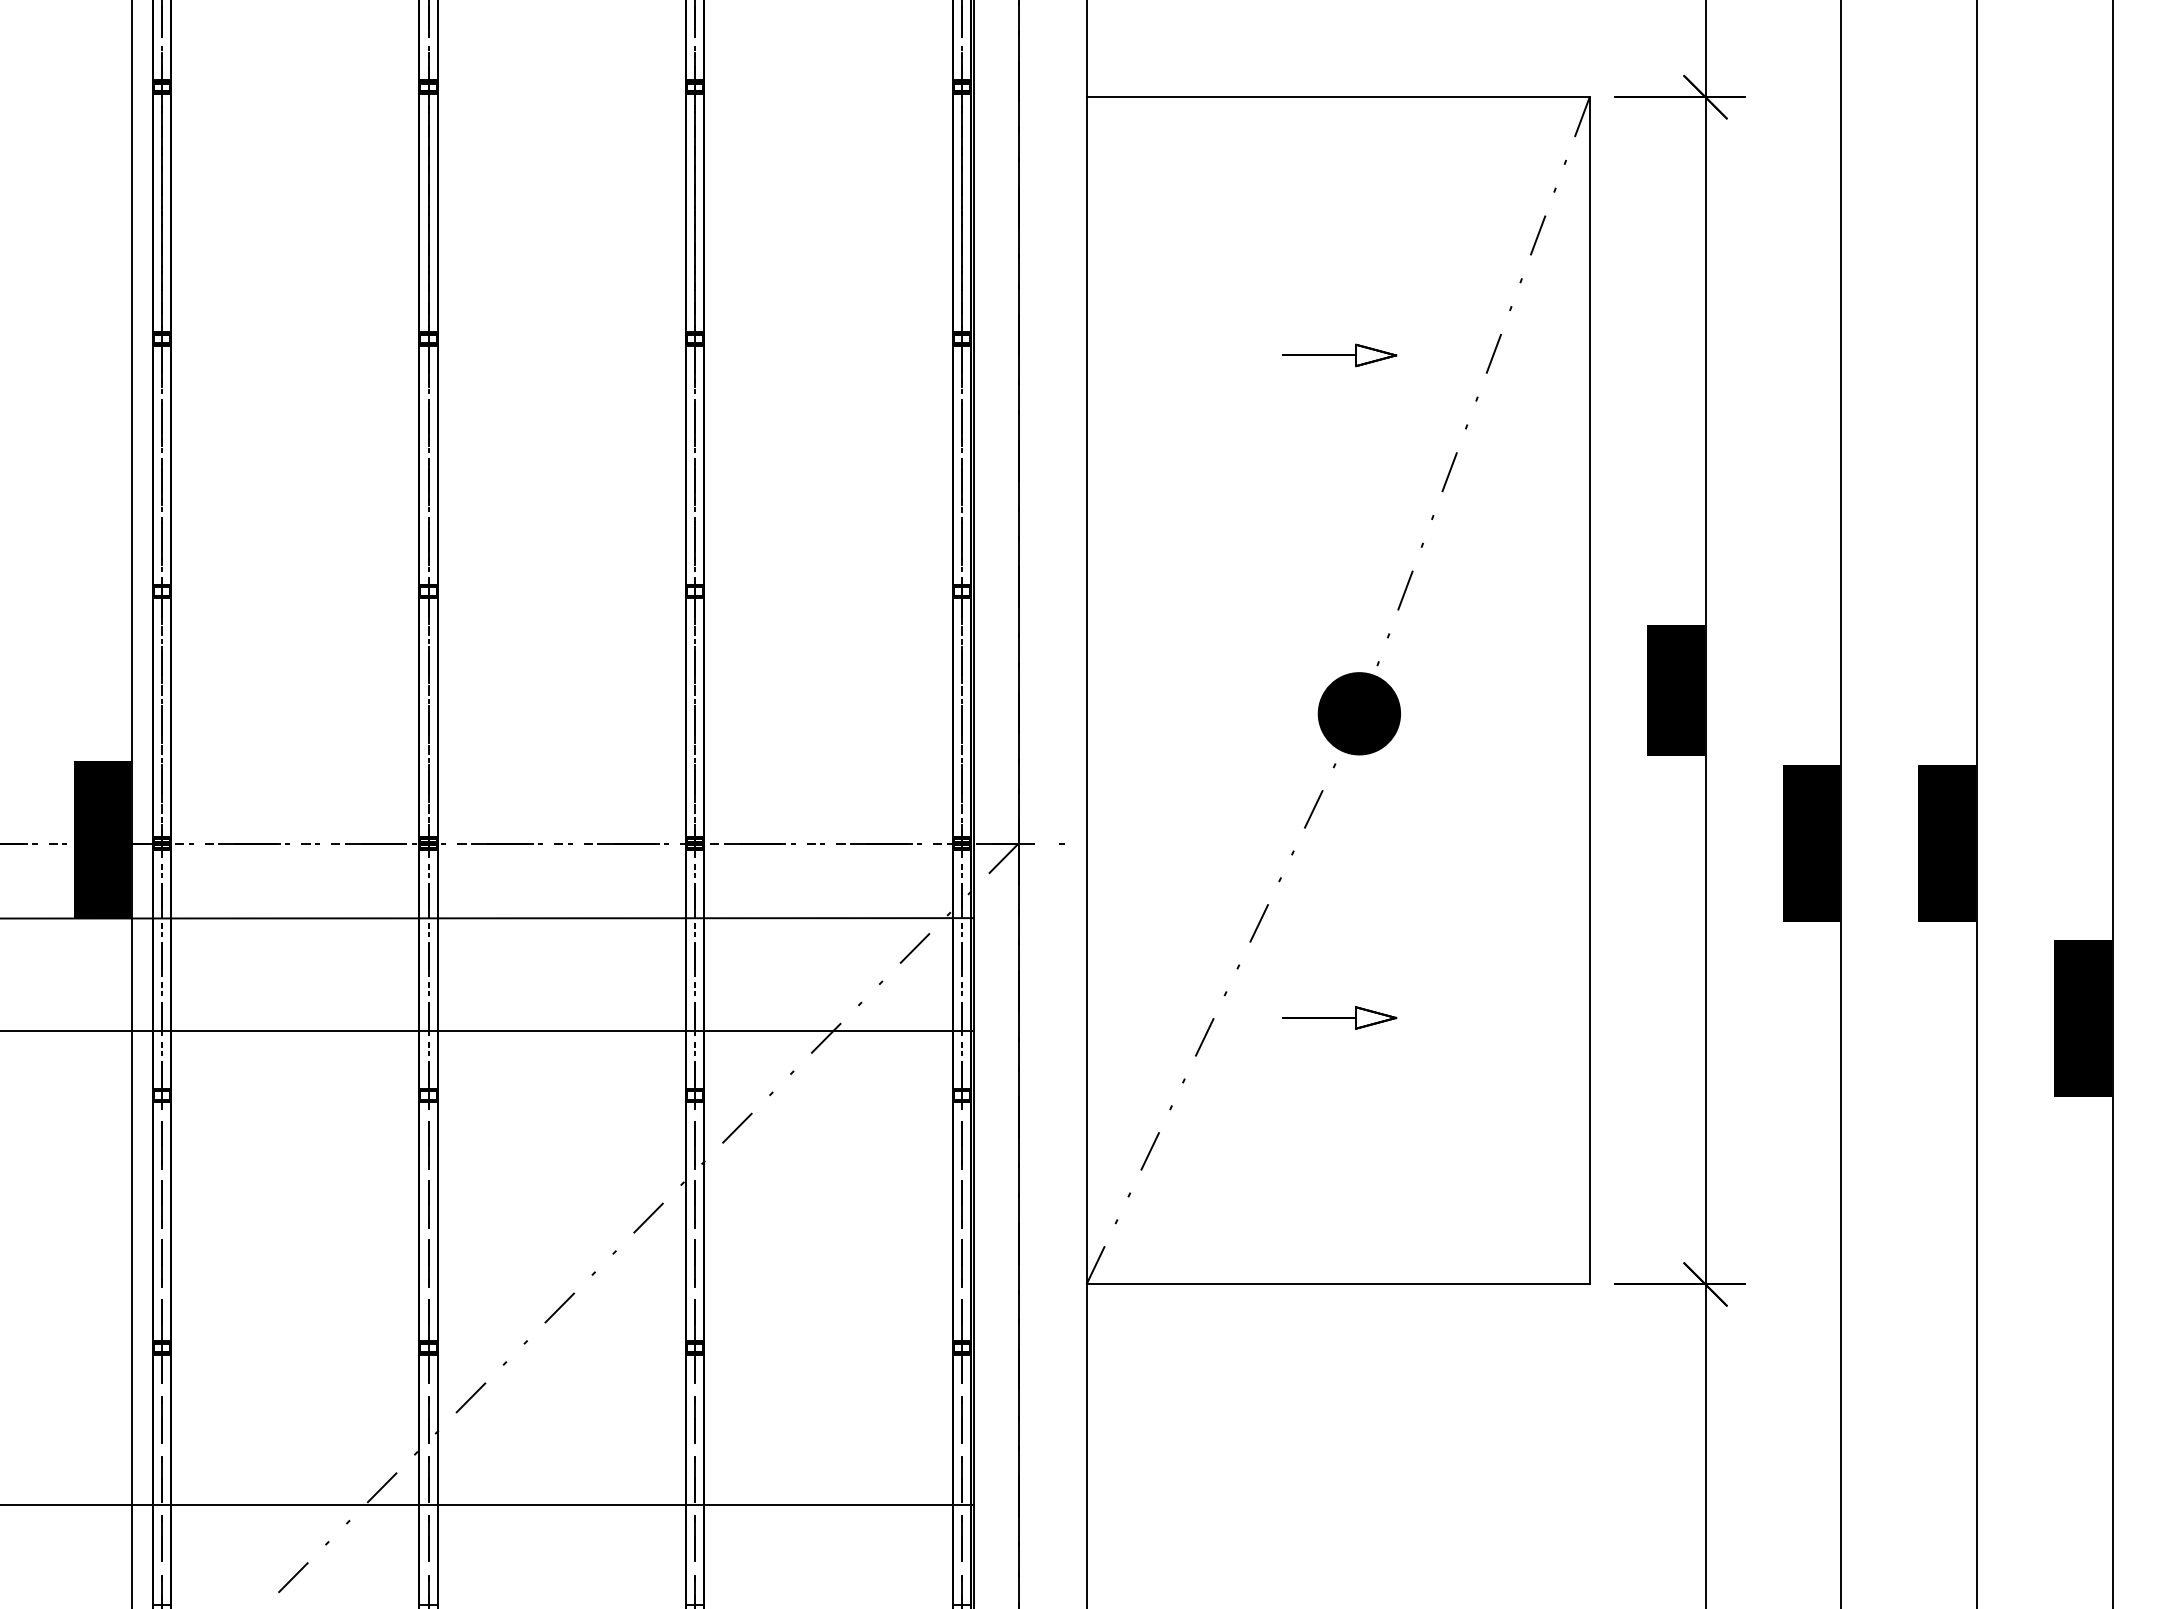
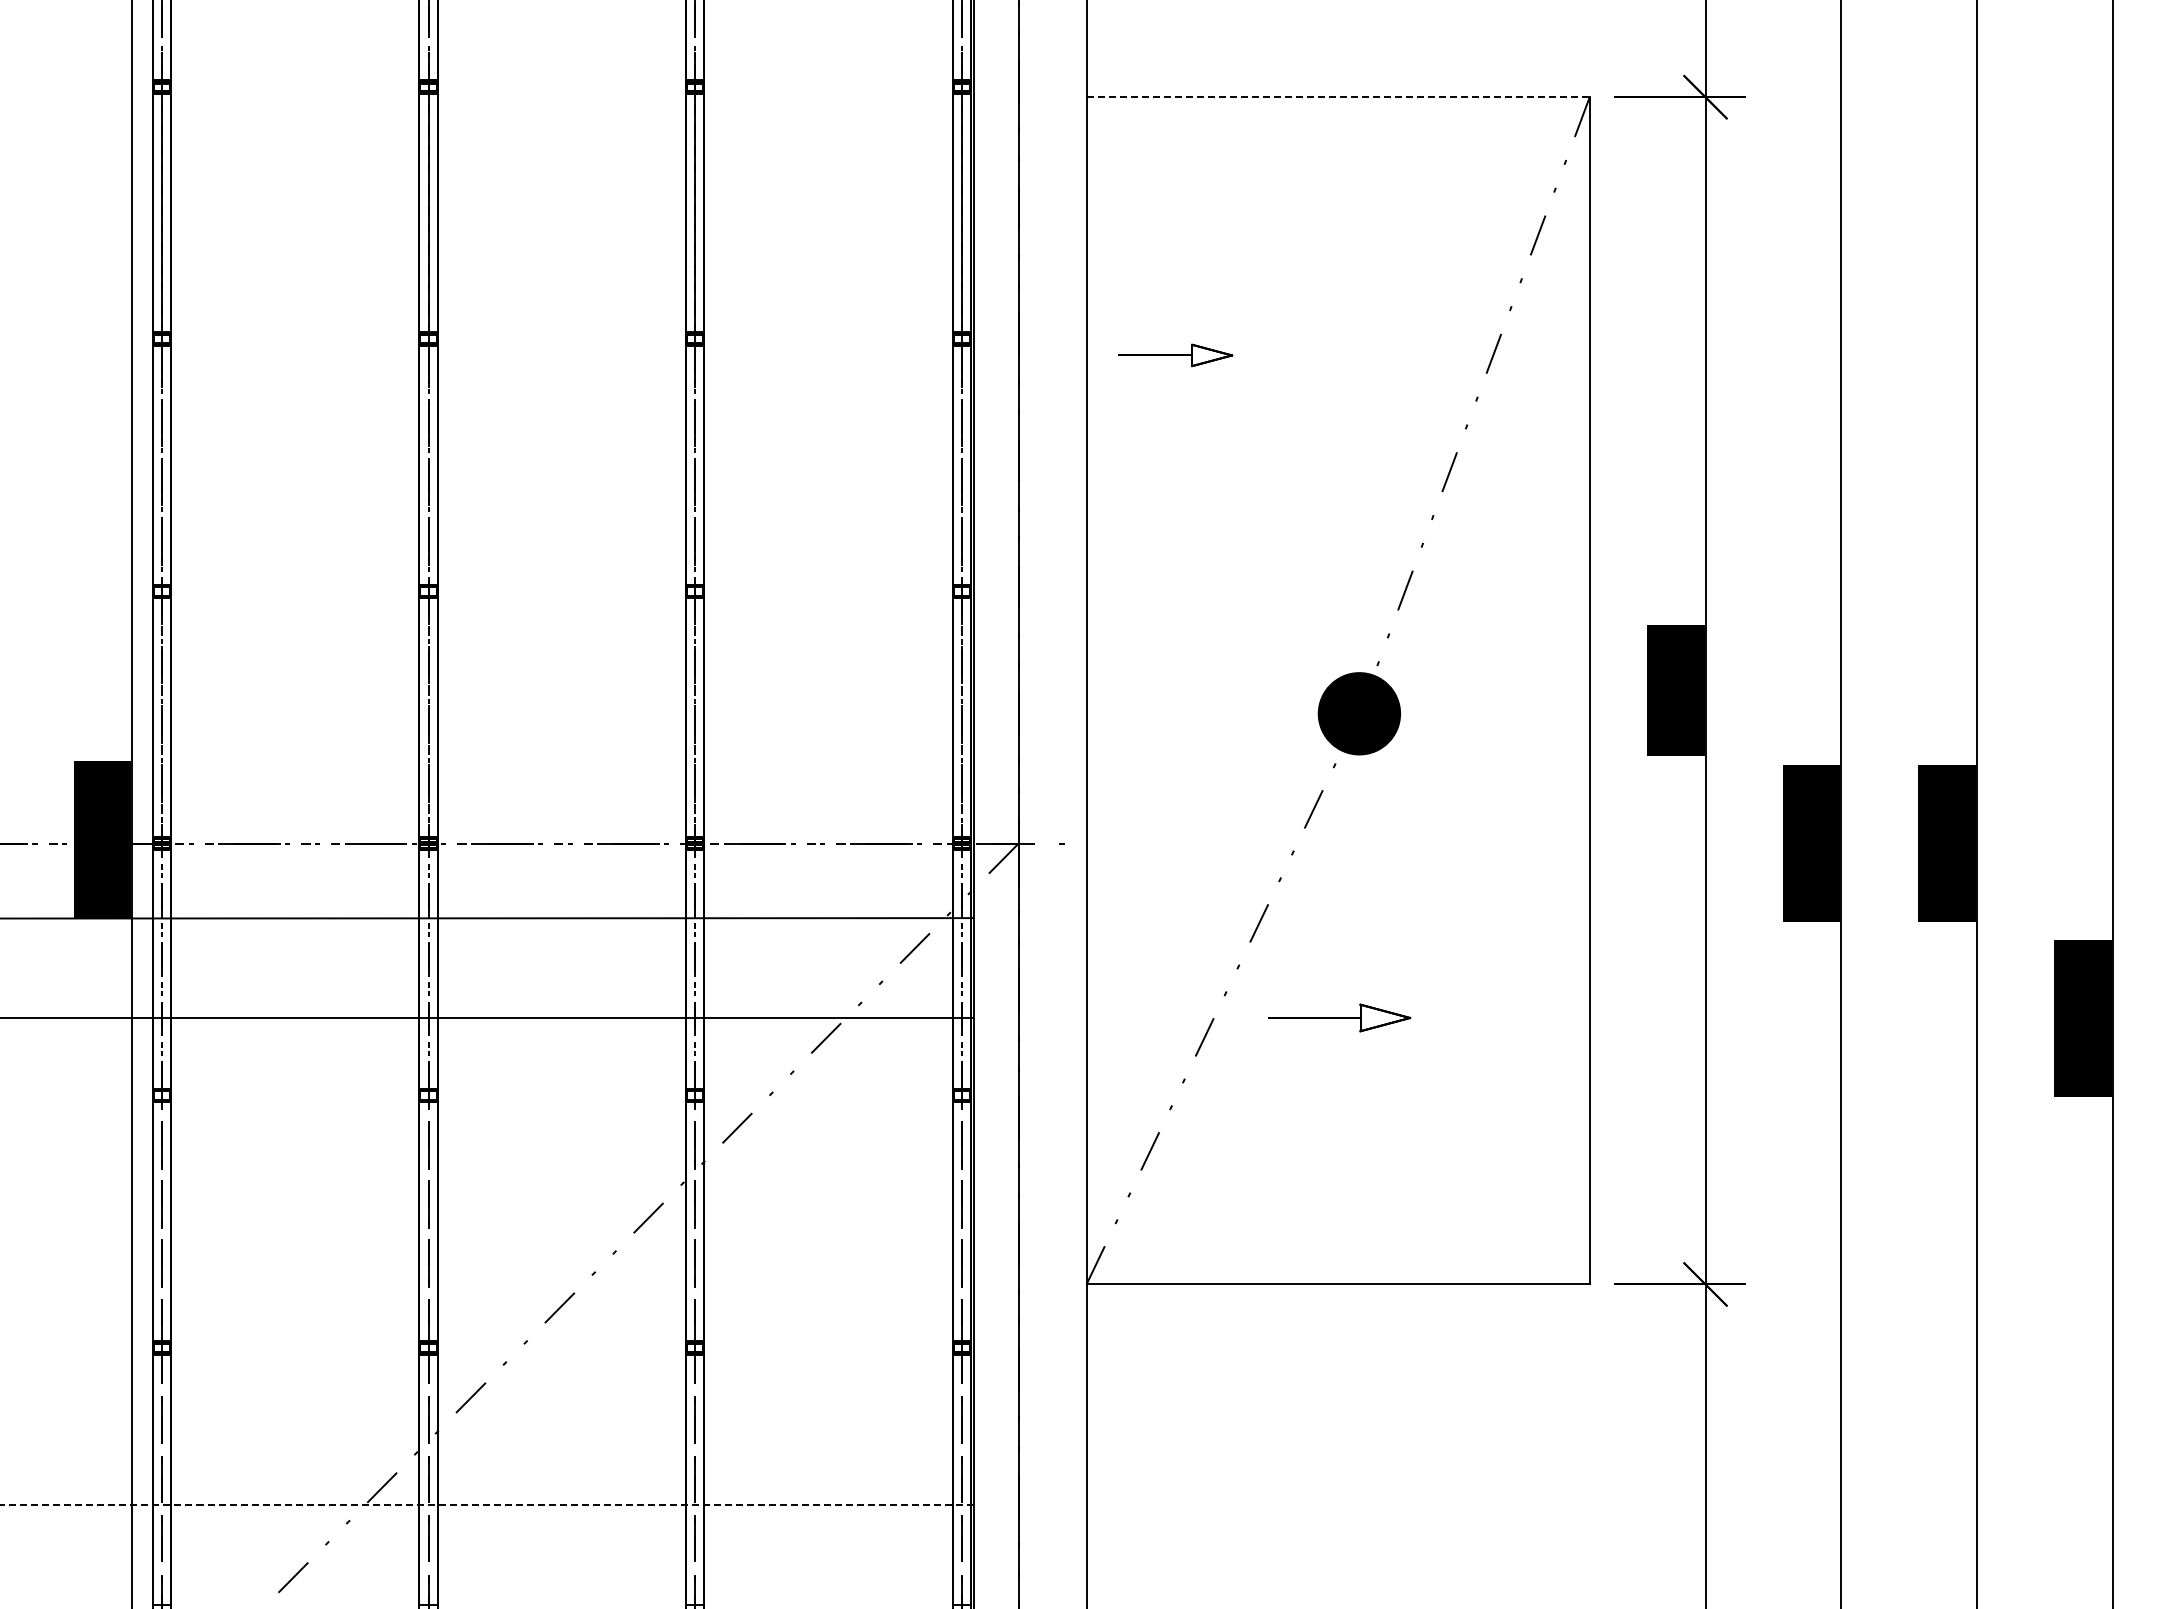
line at (1338, 97): solid -> dashed
part at (1339, 355) position: (1339, 355) -> (1175, 355)
part at (1339, 1017) size: 116x24 px -> 144x30 px
line at (487, 1031) position: (487, 1031) -> (487, 1018)
line at (486, 1505): solid -> dashed
